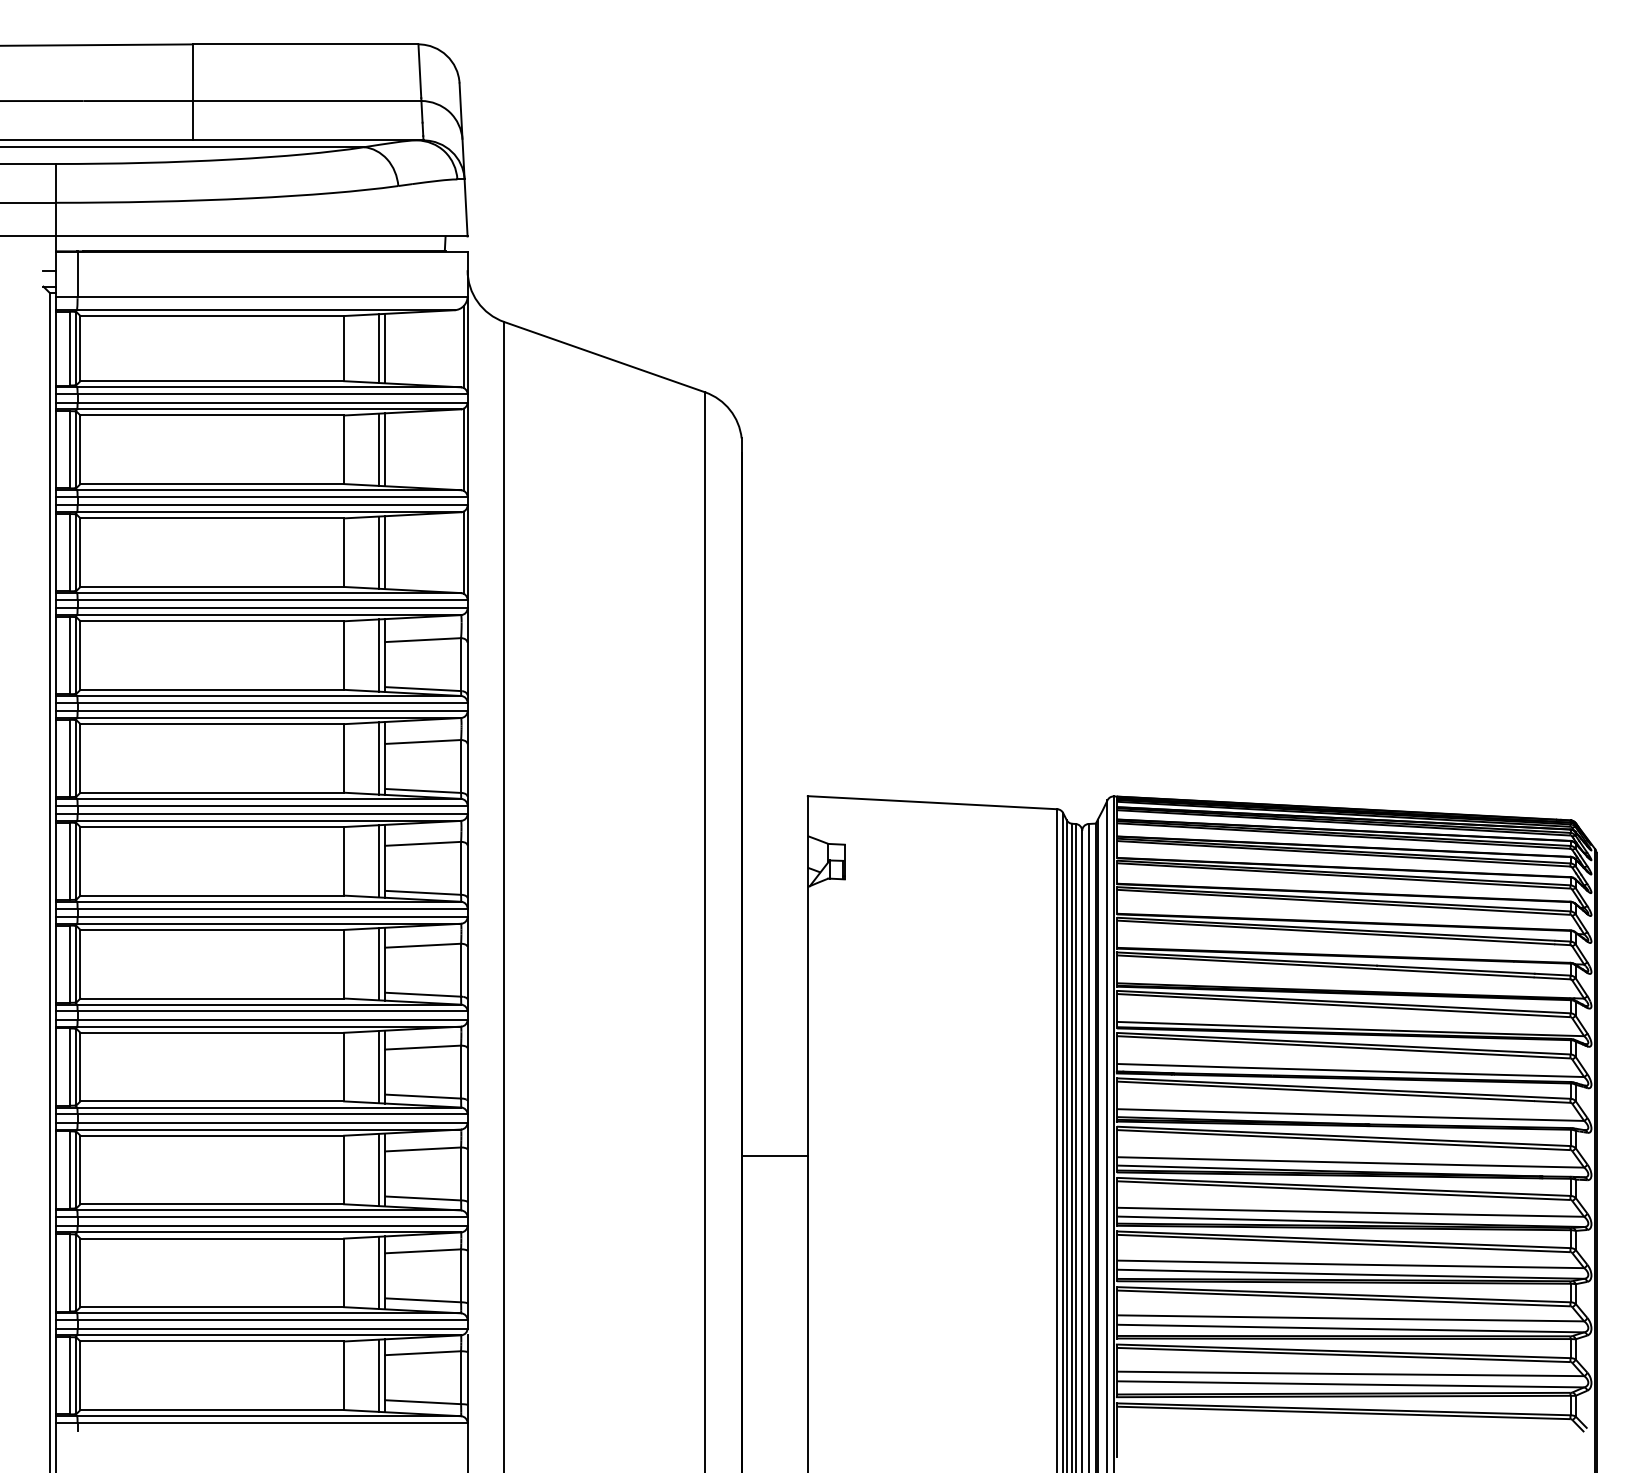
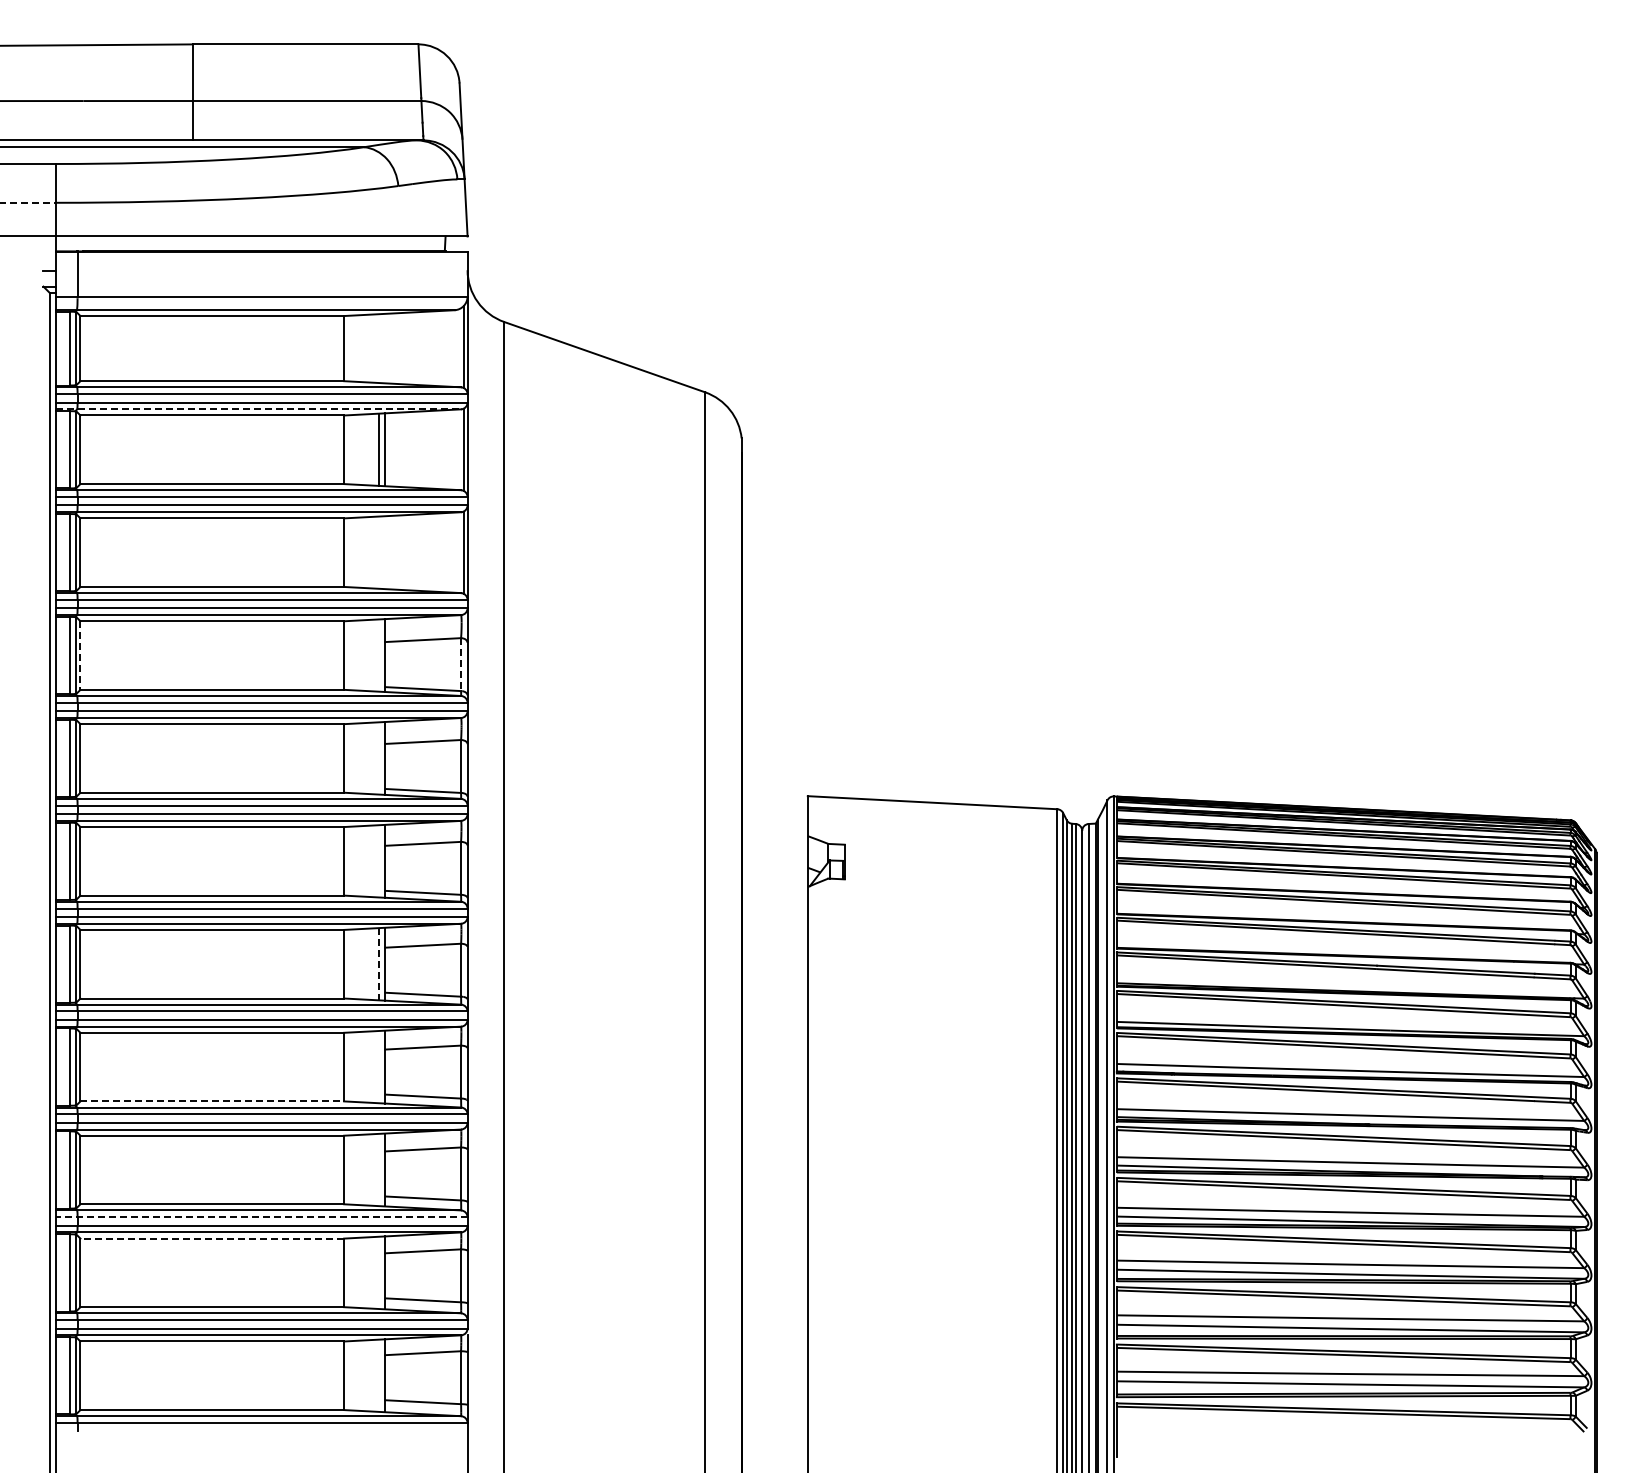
line at (28, 202): solid -> dashed
line at (378, 348): present -> none
line at (385, 348): present -> none
line at (258, 409): solid -> dashed
line at (378, 552): present -> none
line at (385, 552): present -> none
line at (378, 655): present -> none
line at (80, 656): solid -> dashed
line at (461, 665): solid -> dashed
line at (378, 758): present -> none
line at (378, 861): present -> none
line at (378, 964): solid -> dashed
line at (378, 1067): present -> none
line at (212, 1101): solid -> dashed
line at (774, 1156): present -> none
line at (378, 1169): present -> none
line at (261, 1217): solid -> dashed
line at (212, 1238): solid -> dashed
line at (378, 1272): present -> none
line at (378, 1375): present -> none
